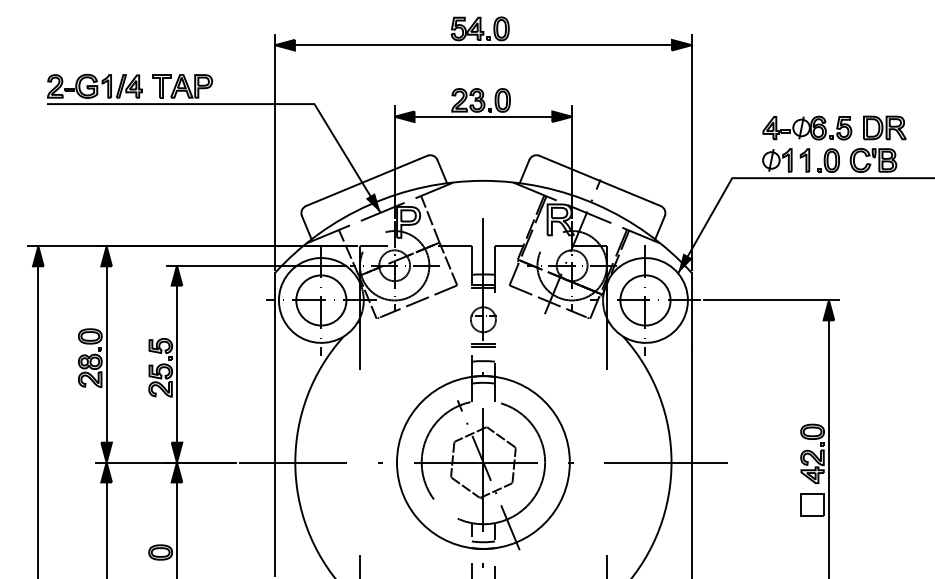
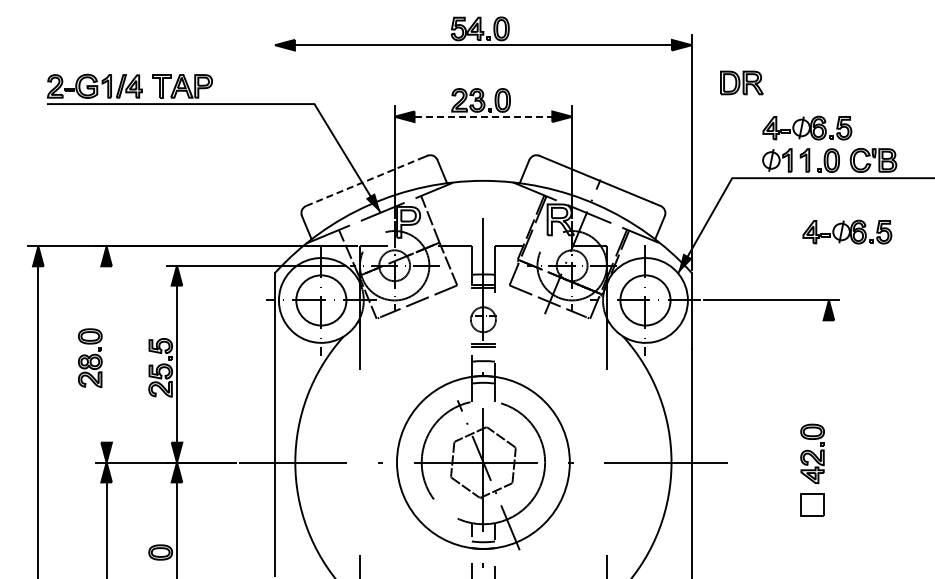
line at (483, 116): solid -> dashed
part at (884, 127) position: (884, 127) -> (741, 82)
line at (275, 151): present -> none
line at (363, 182): solid -> dashed
part at (847, 231): none -> present
line at (106, 354): present -> none
line at (828, 447): present -> none
